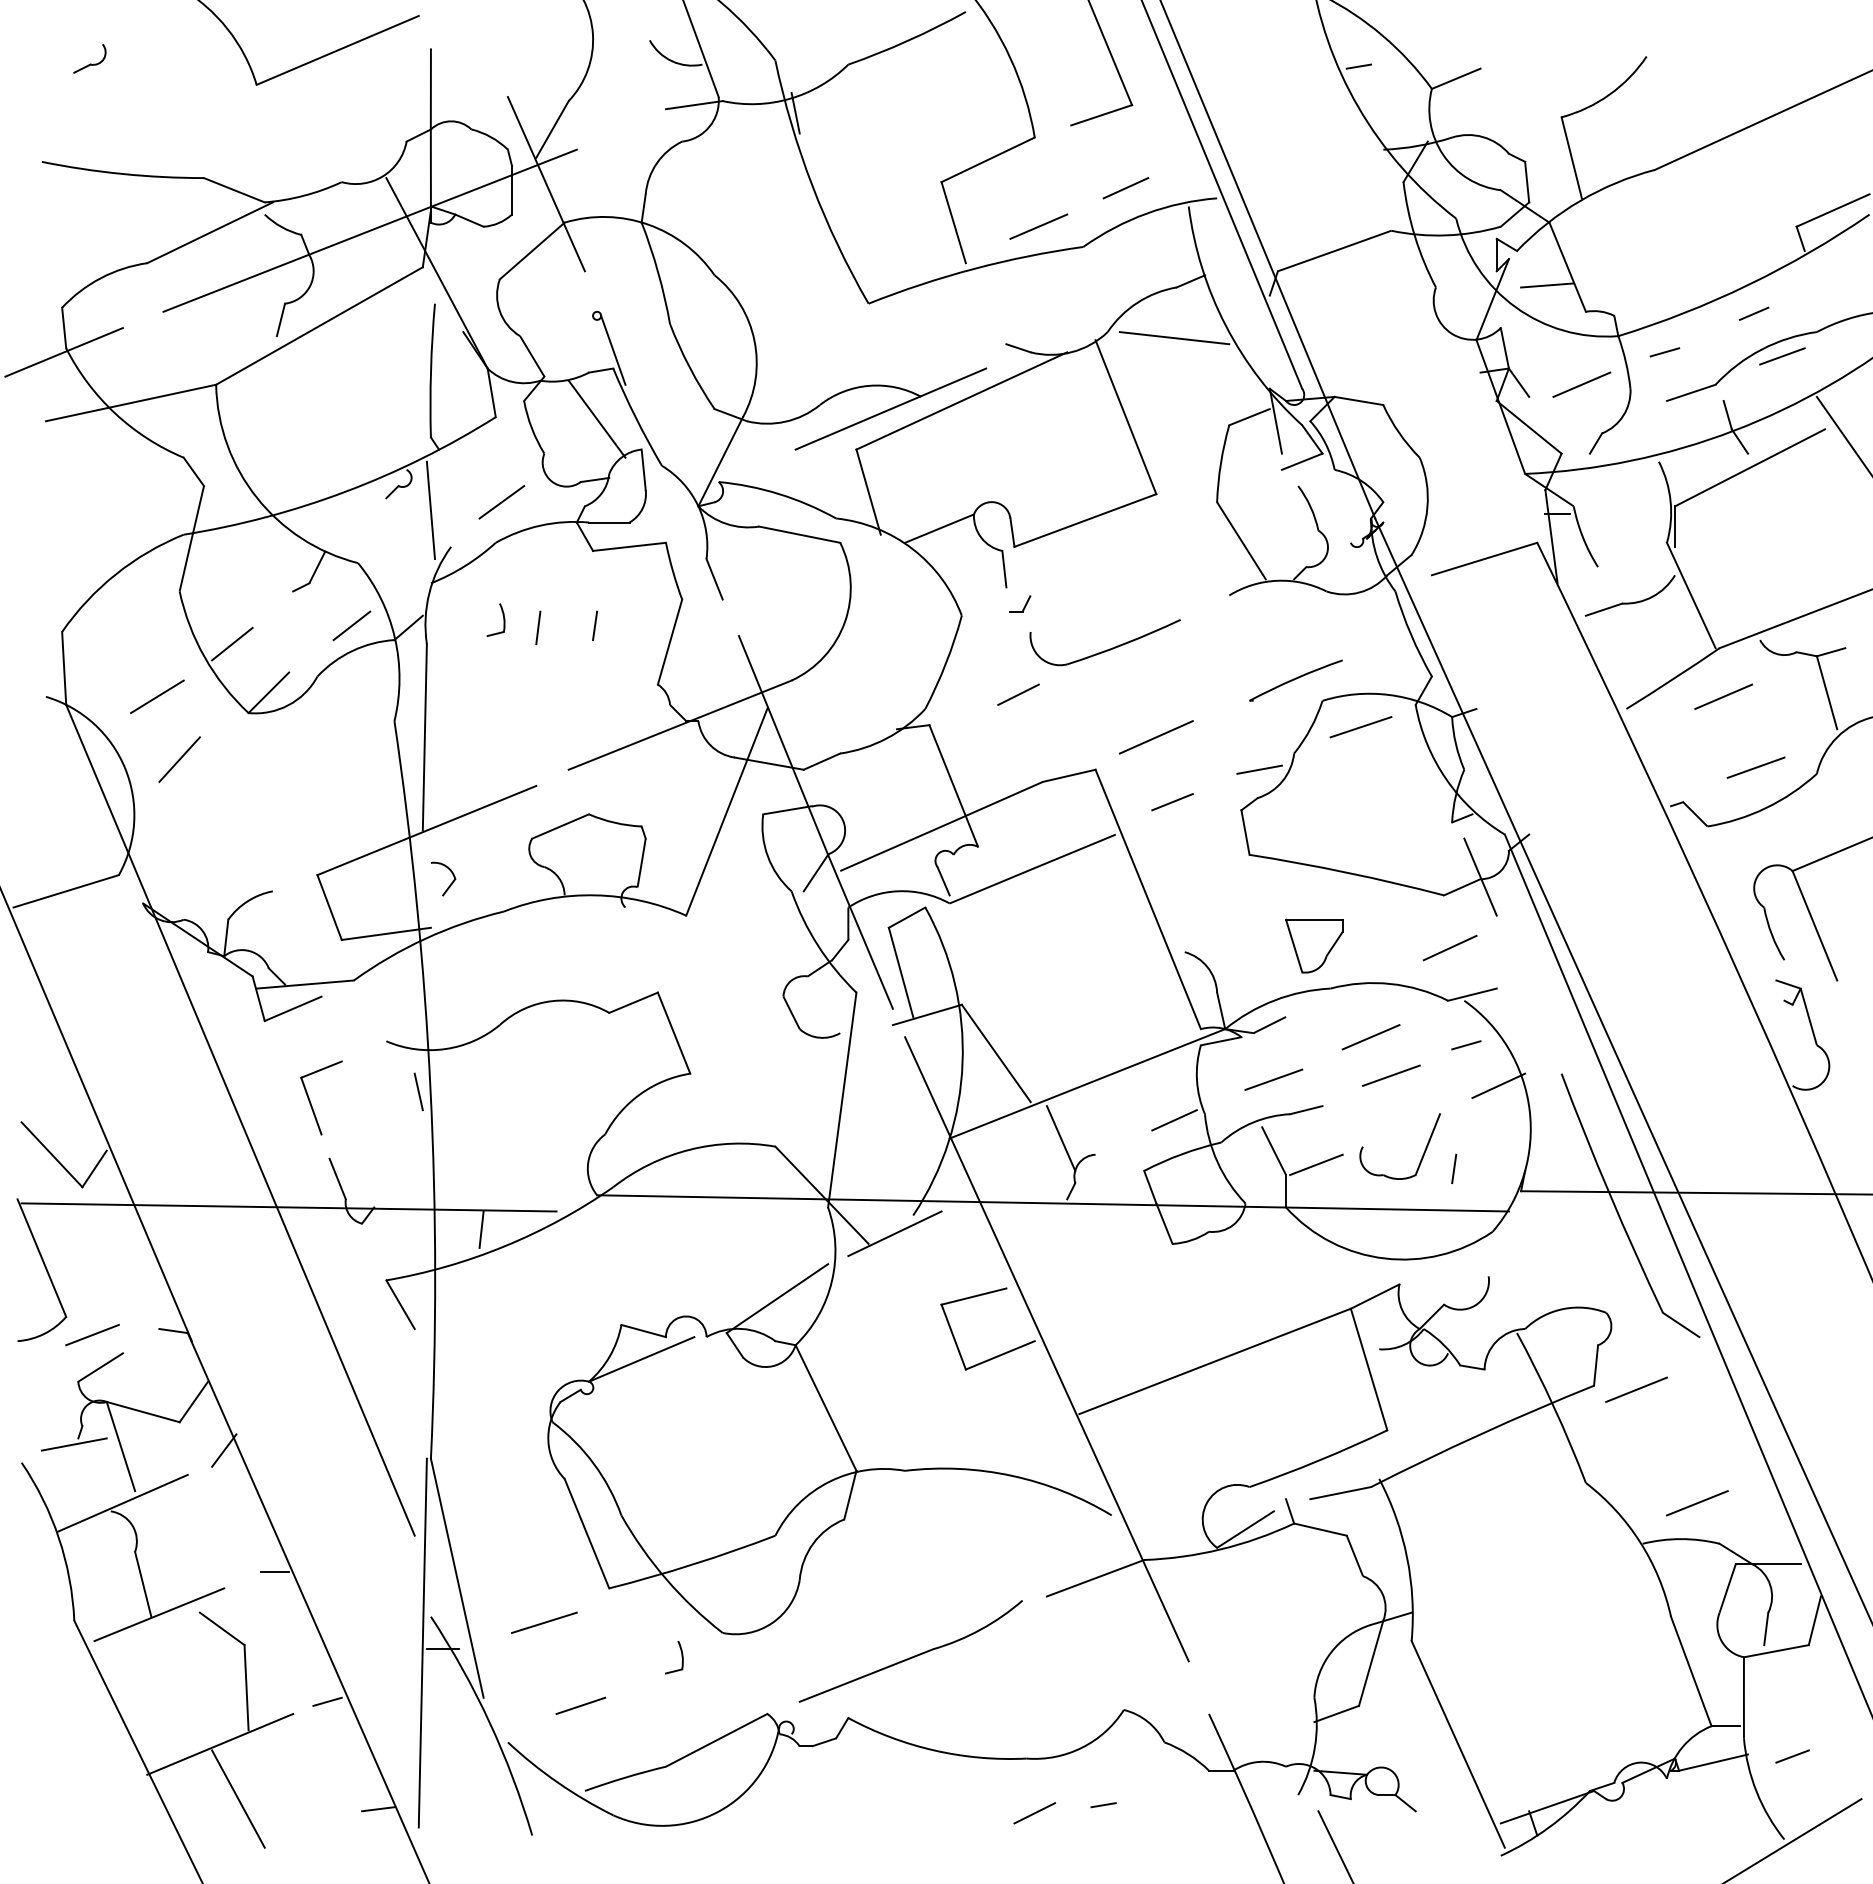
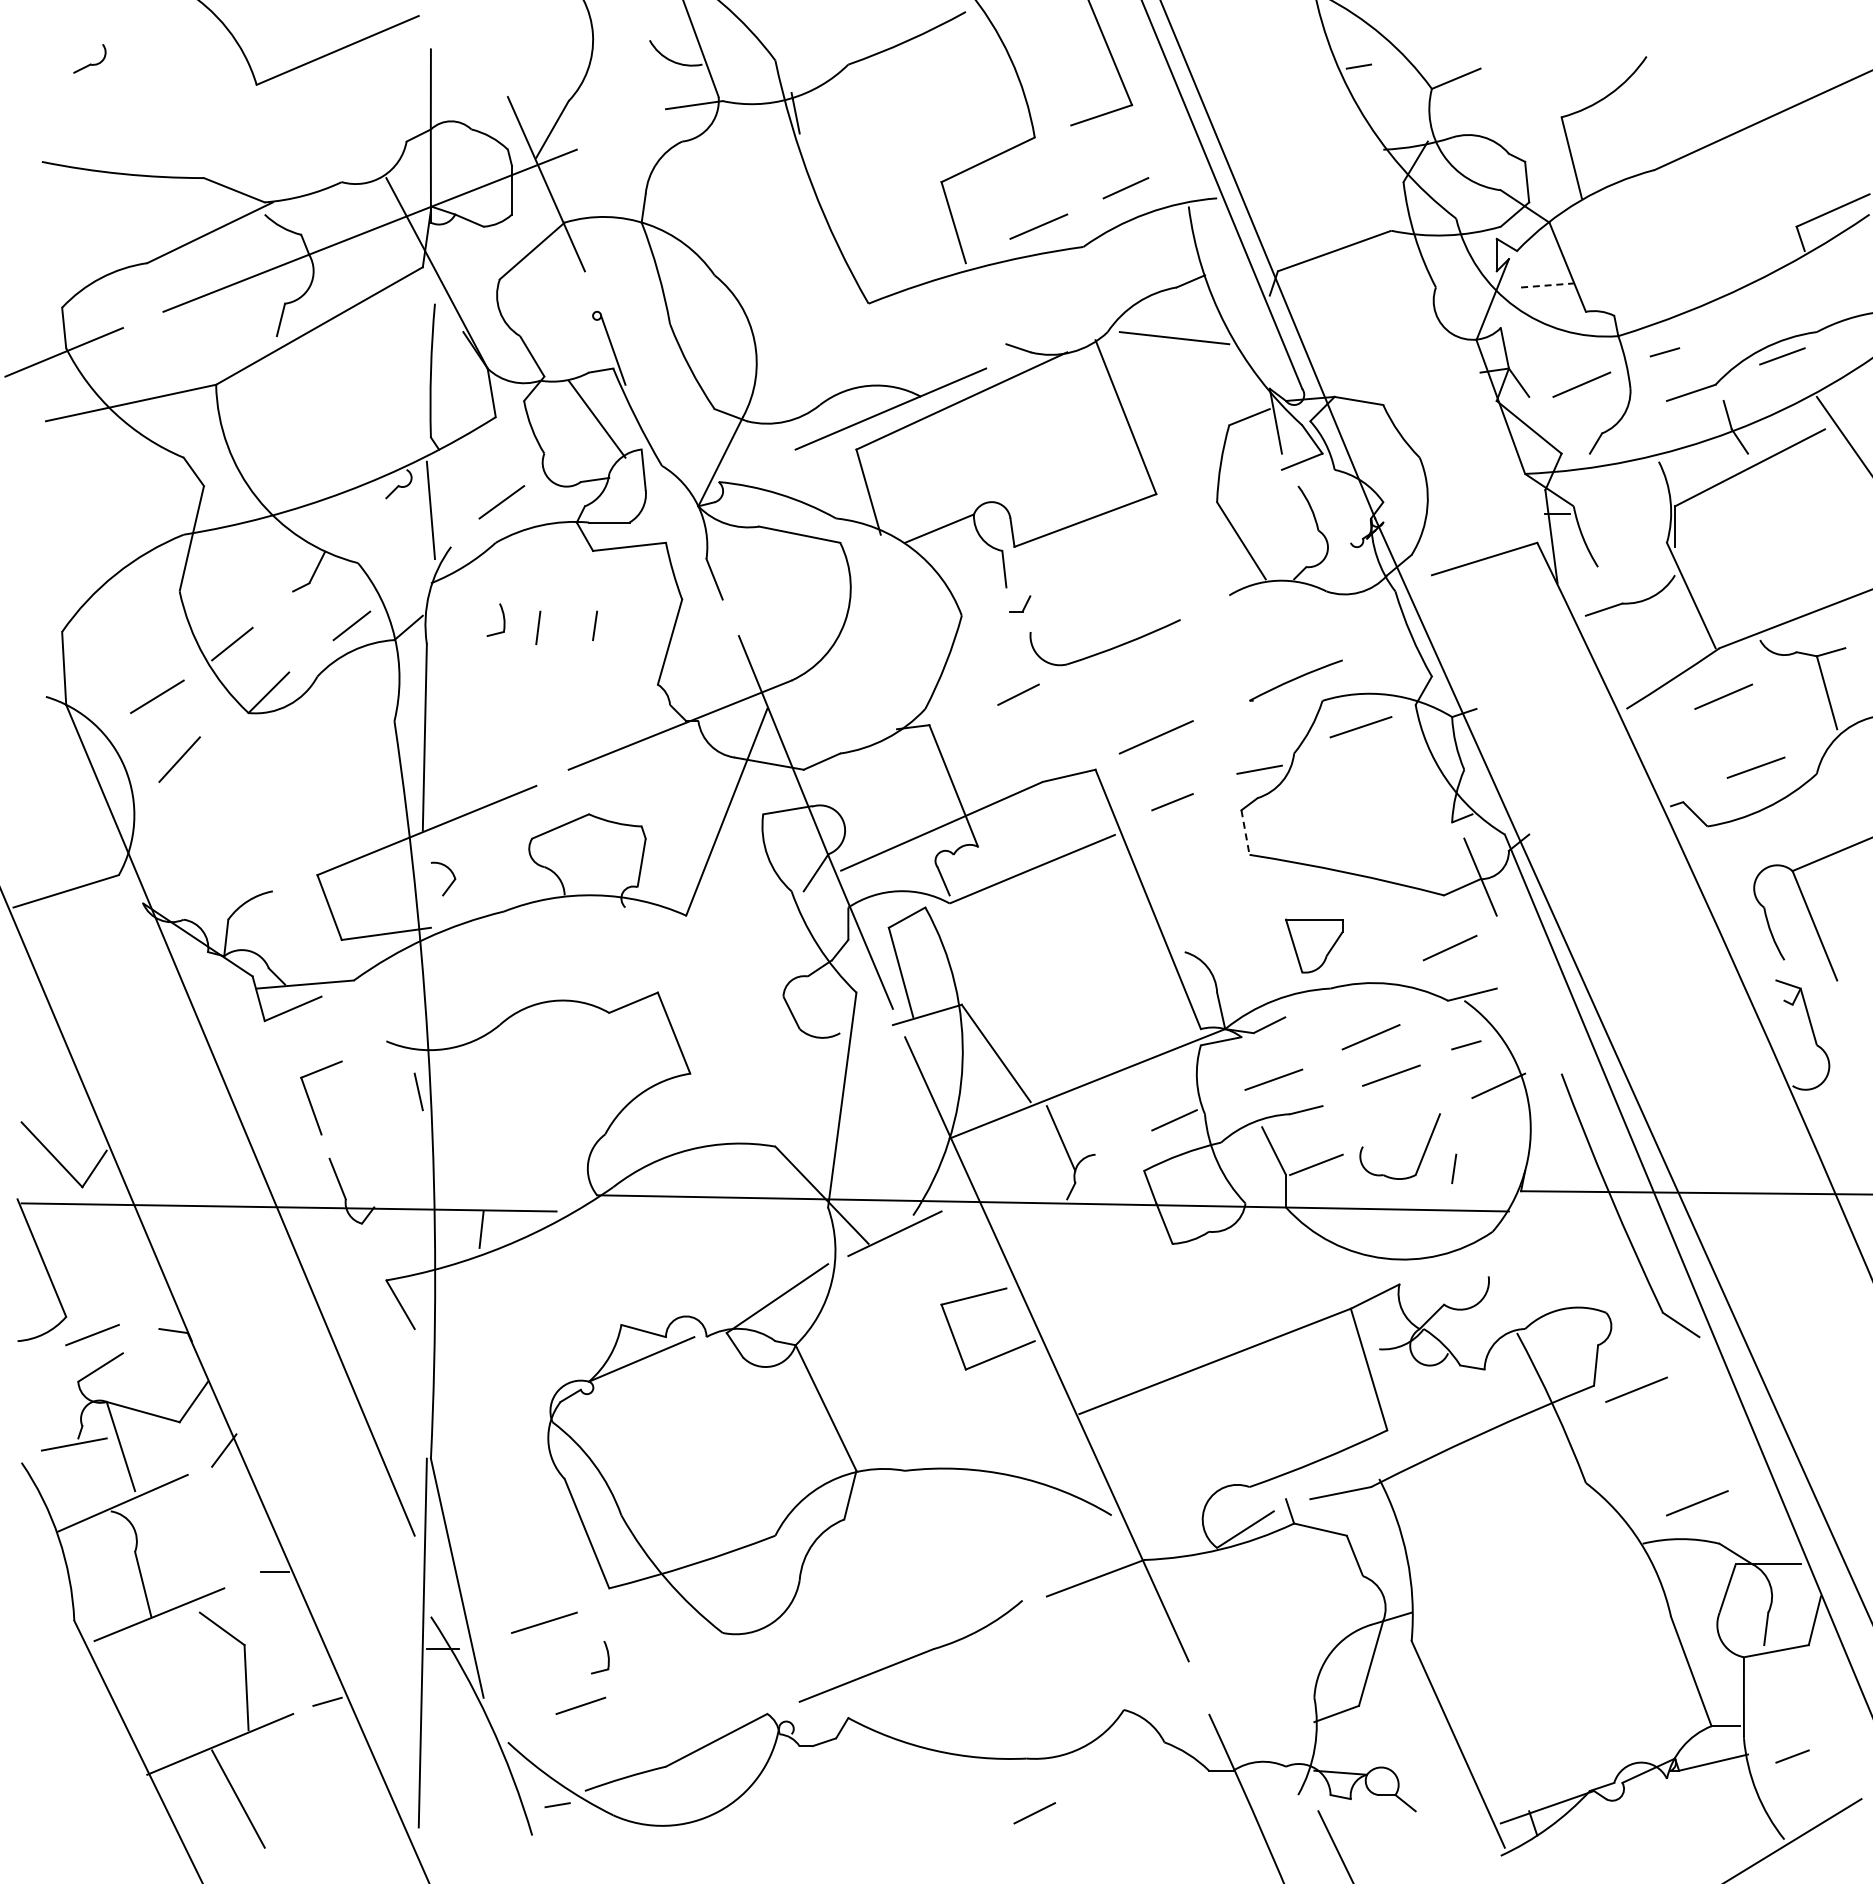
line at (1547, 285): solid -> dashed
line at (1753, 313): present -> none
line at (1245, 832): solid -> dashed
part at (681, 1657) position: (681, 1657) -> (607, 1657)
line at (1103, 1805) position: (1103, 1805) -> (557, 1805)
line at (378, 1809): present -> none
